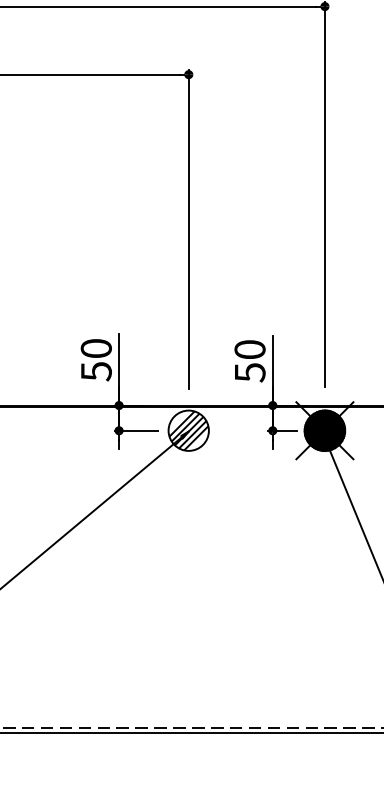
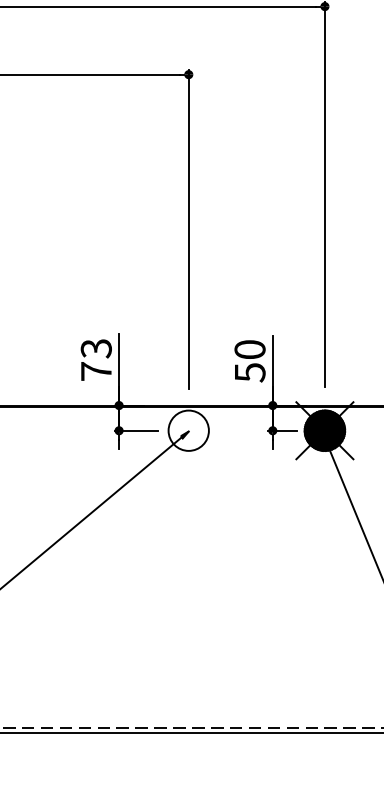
text at (95, 360): 50 -> 73
hatch at (188, 430): present -> none
